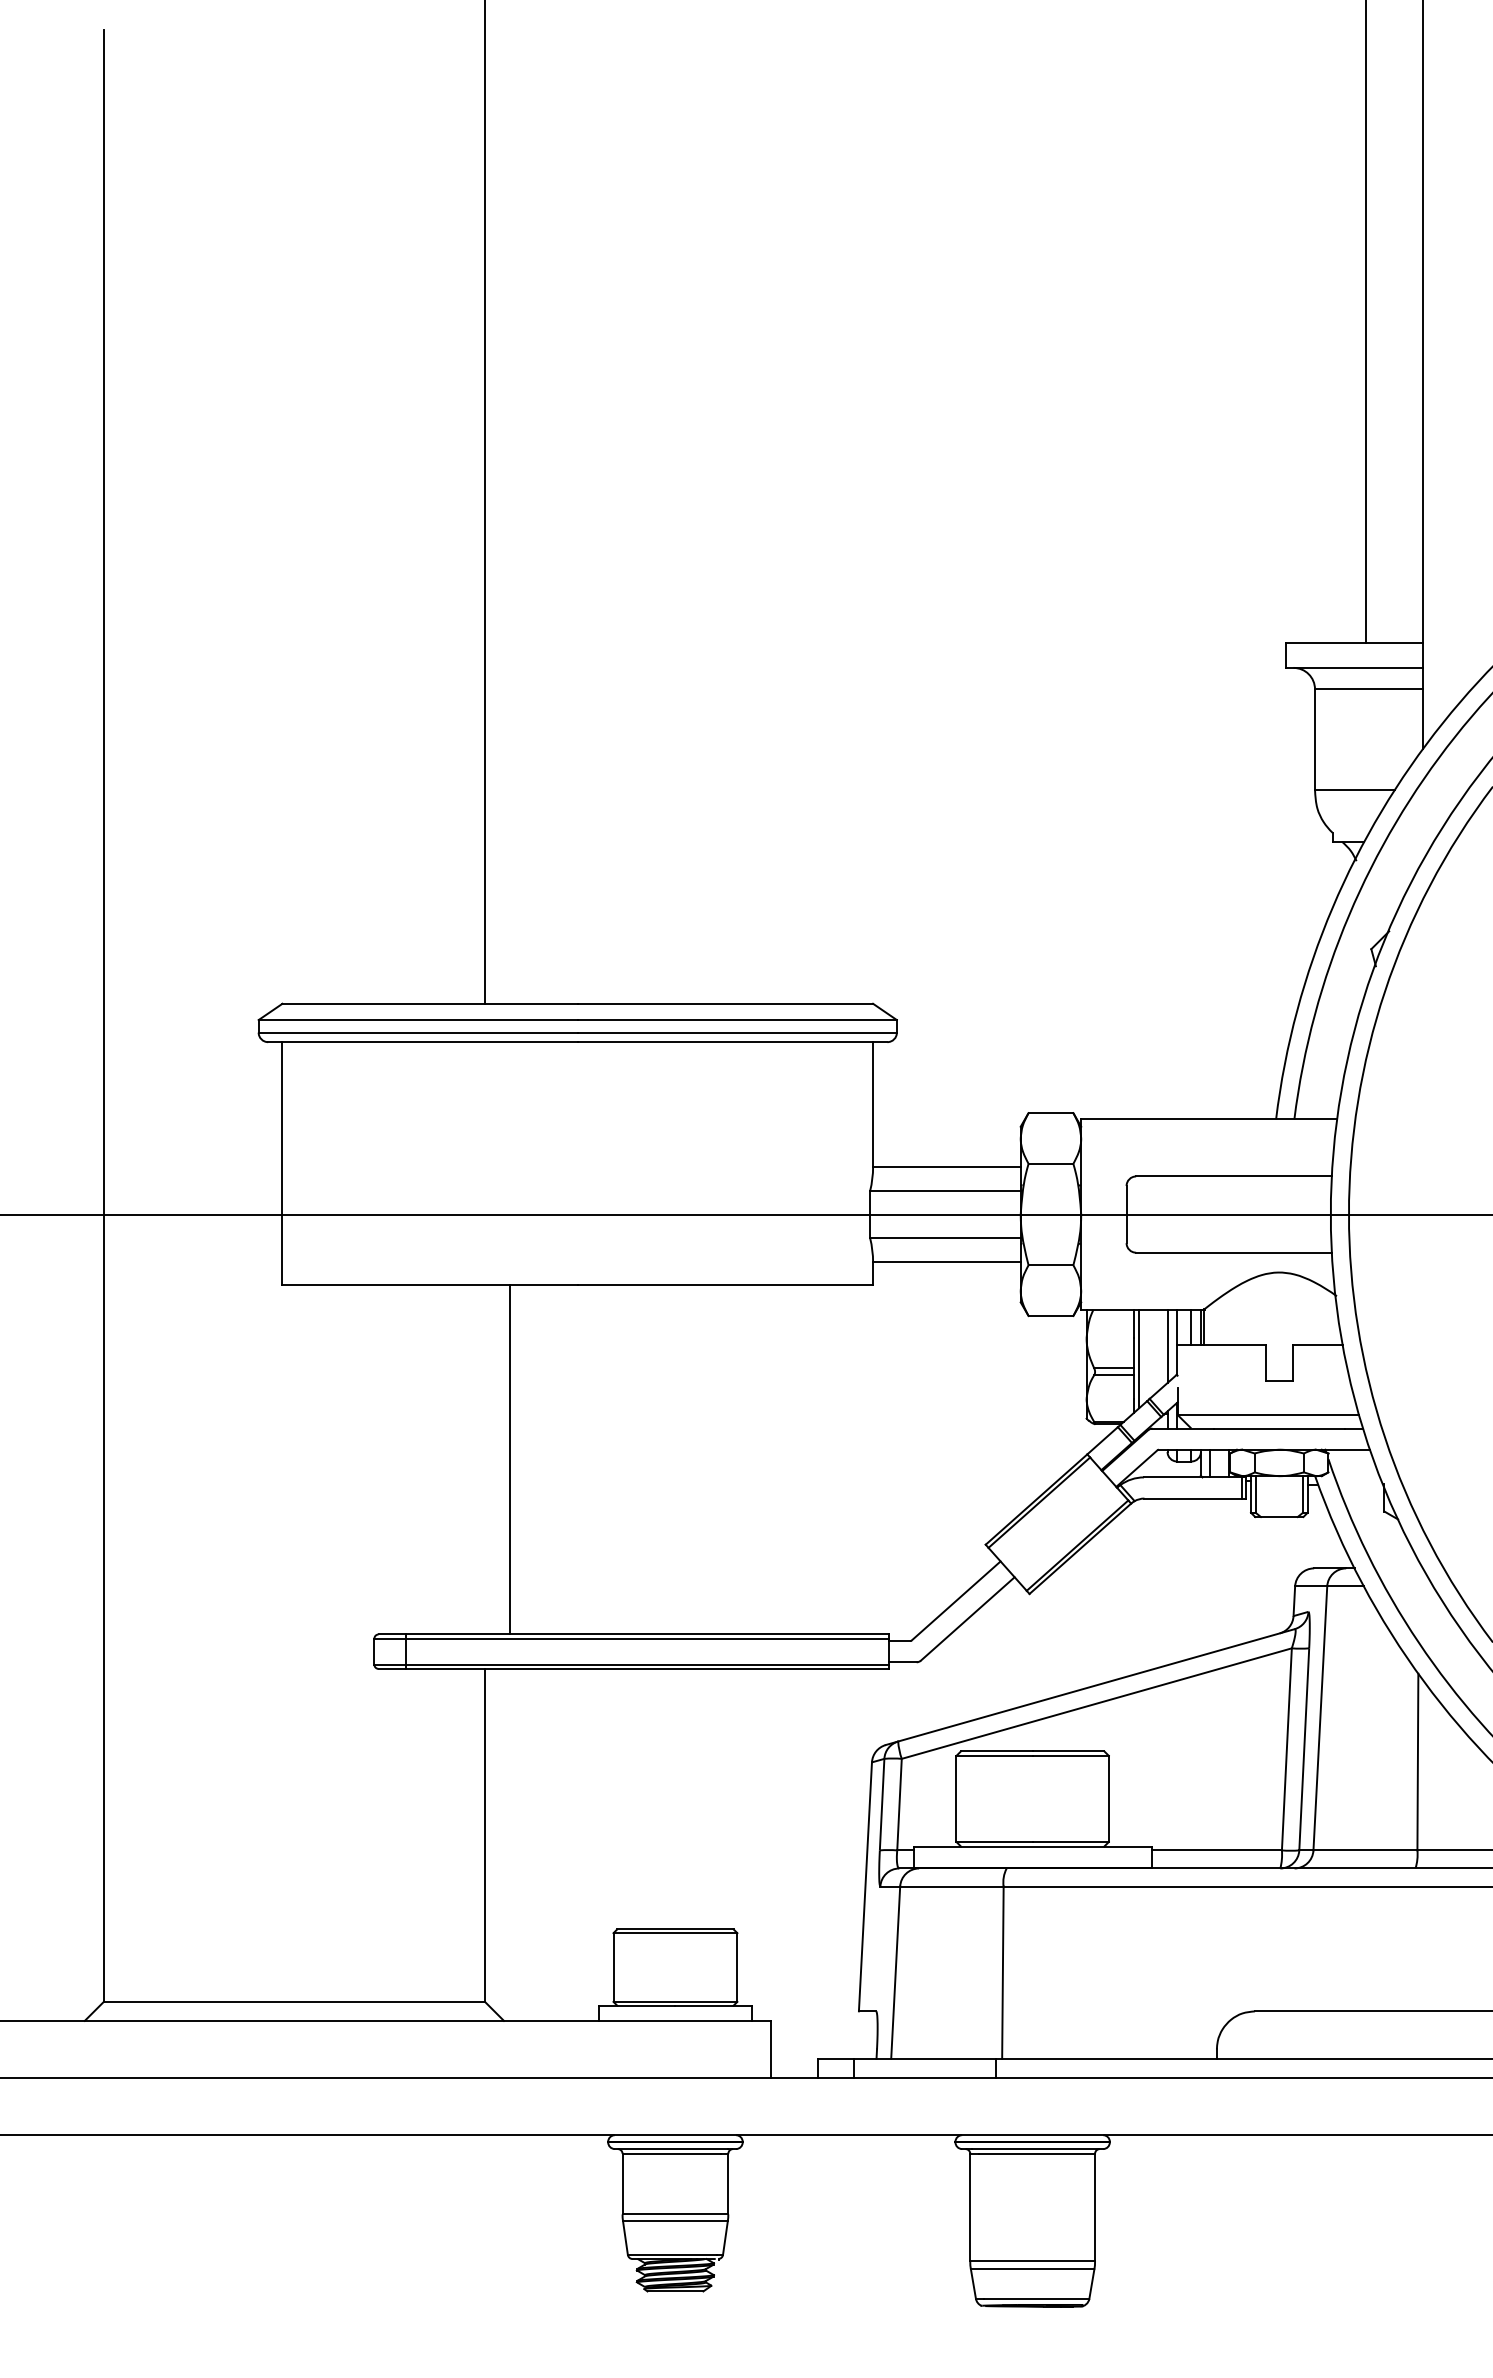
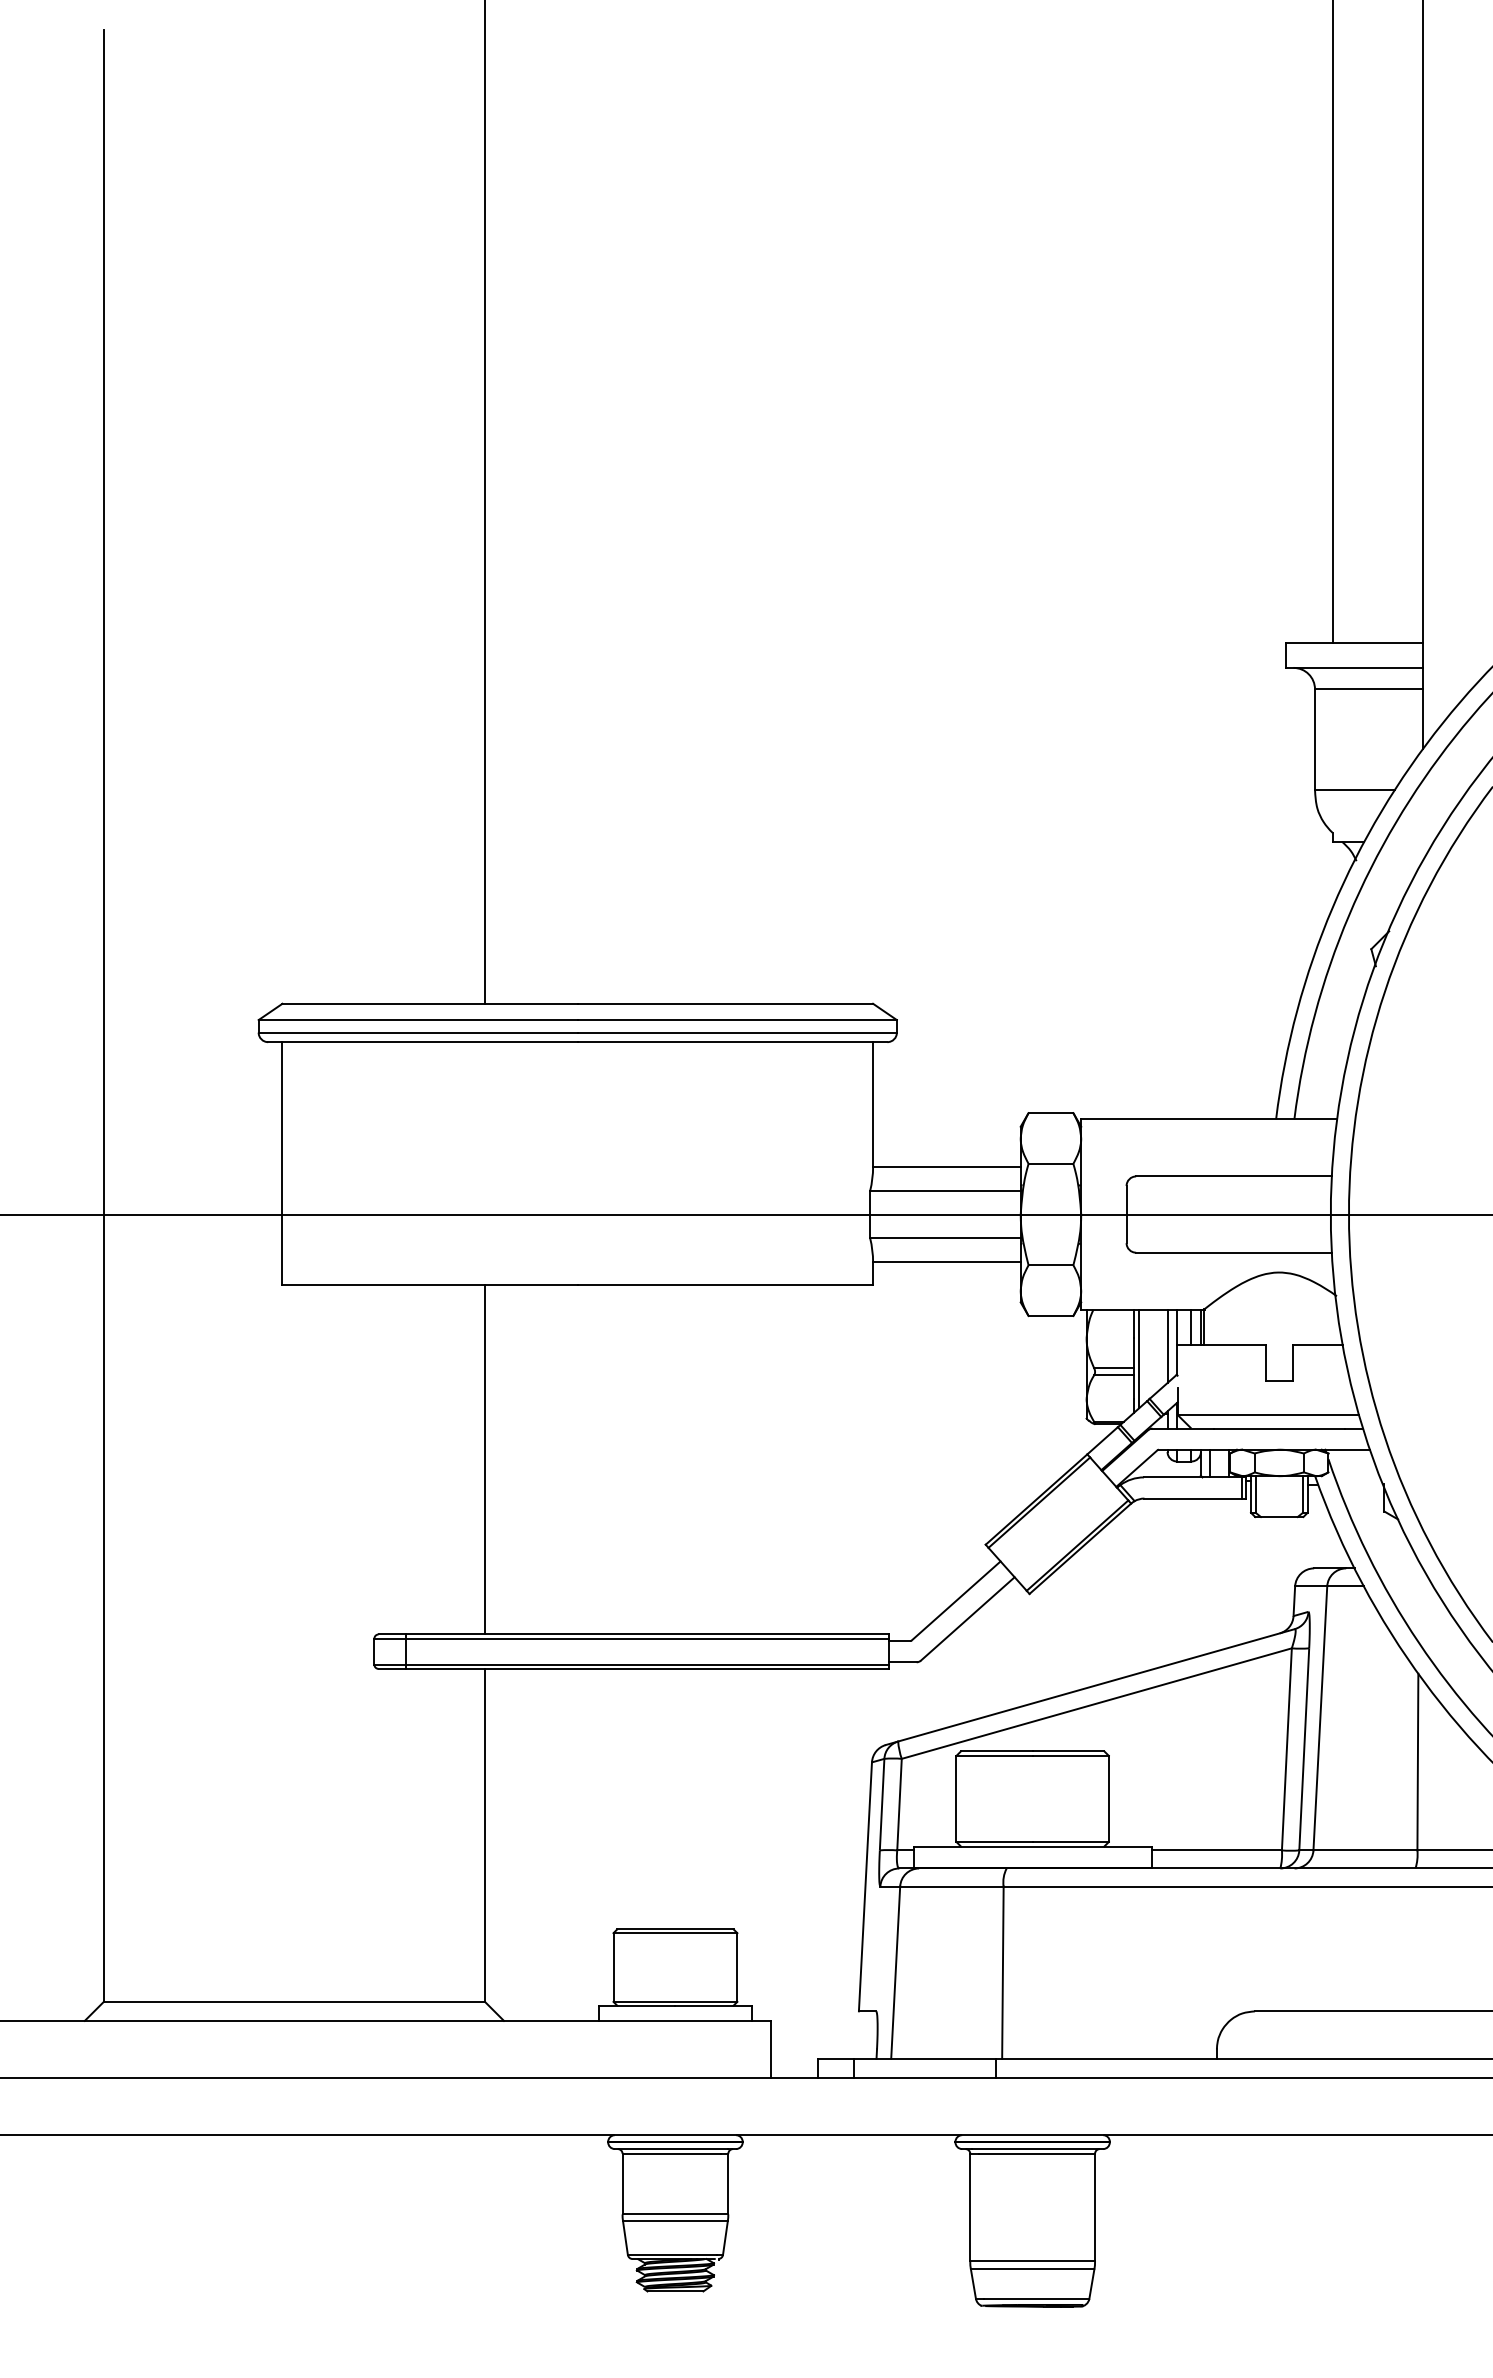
line at (1365, 322) position: (1365, 322) -> (1332, 322)
line at (509, 1459) position: (509, 1459) -> (484, 1459)
